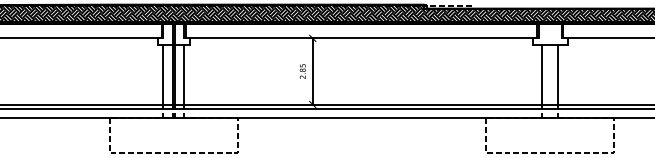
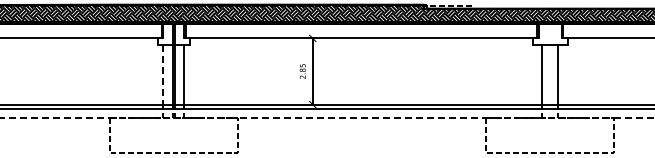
line at (163, 74): solid -> dashed
line at (327, 118): solid -> dashed
